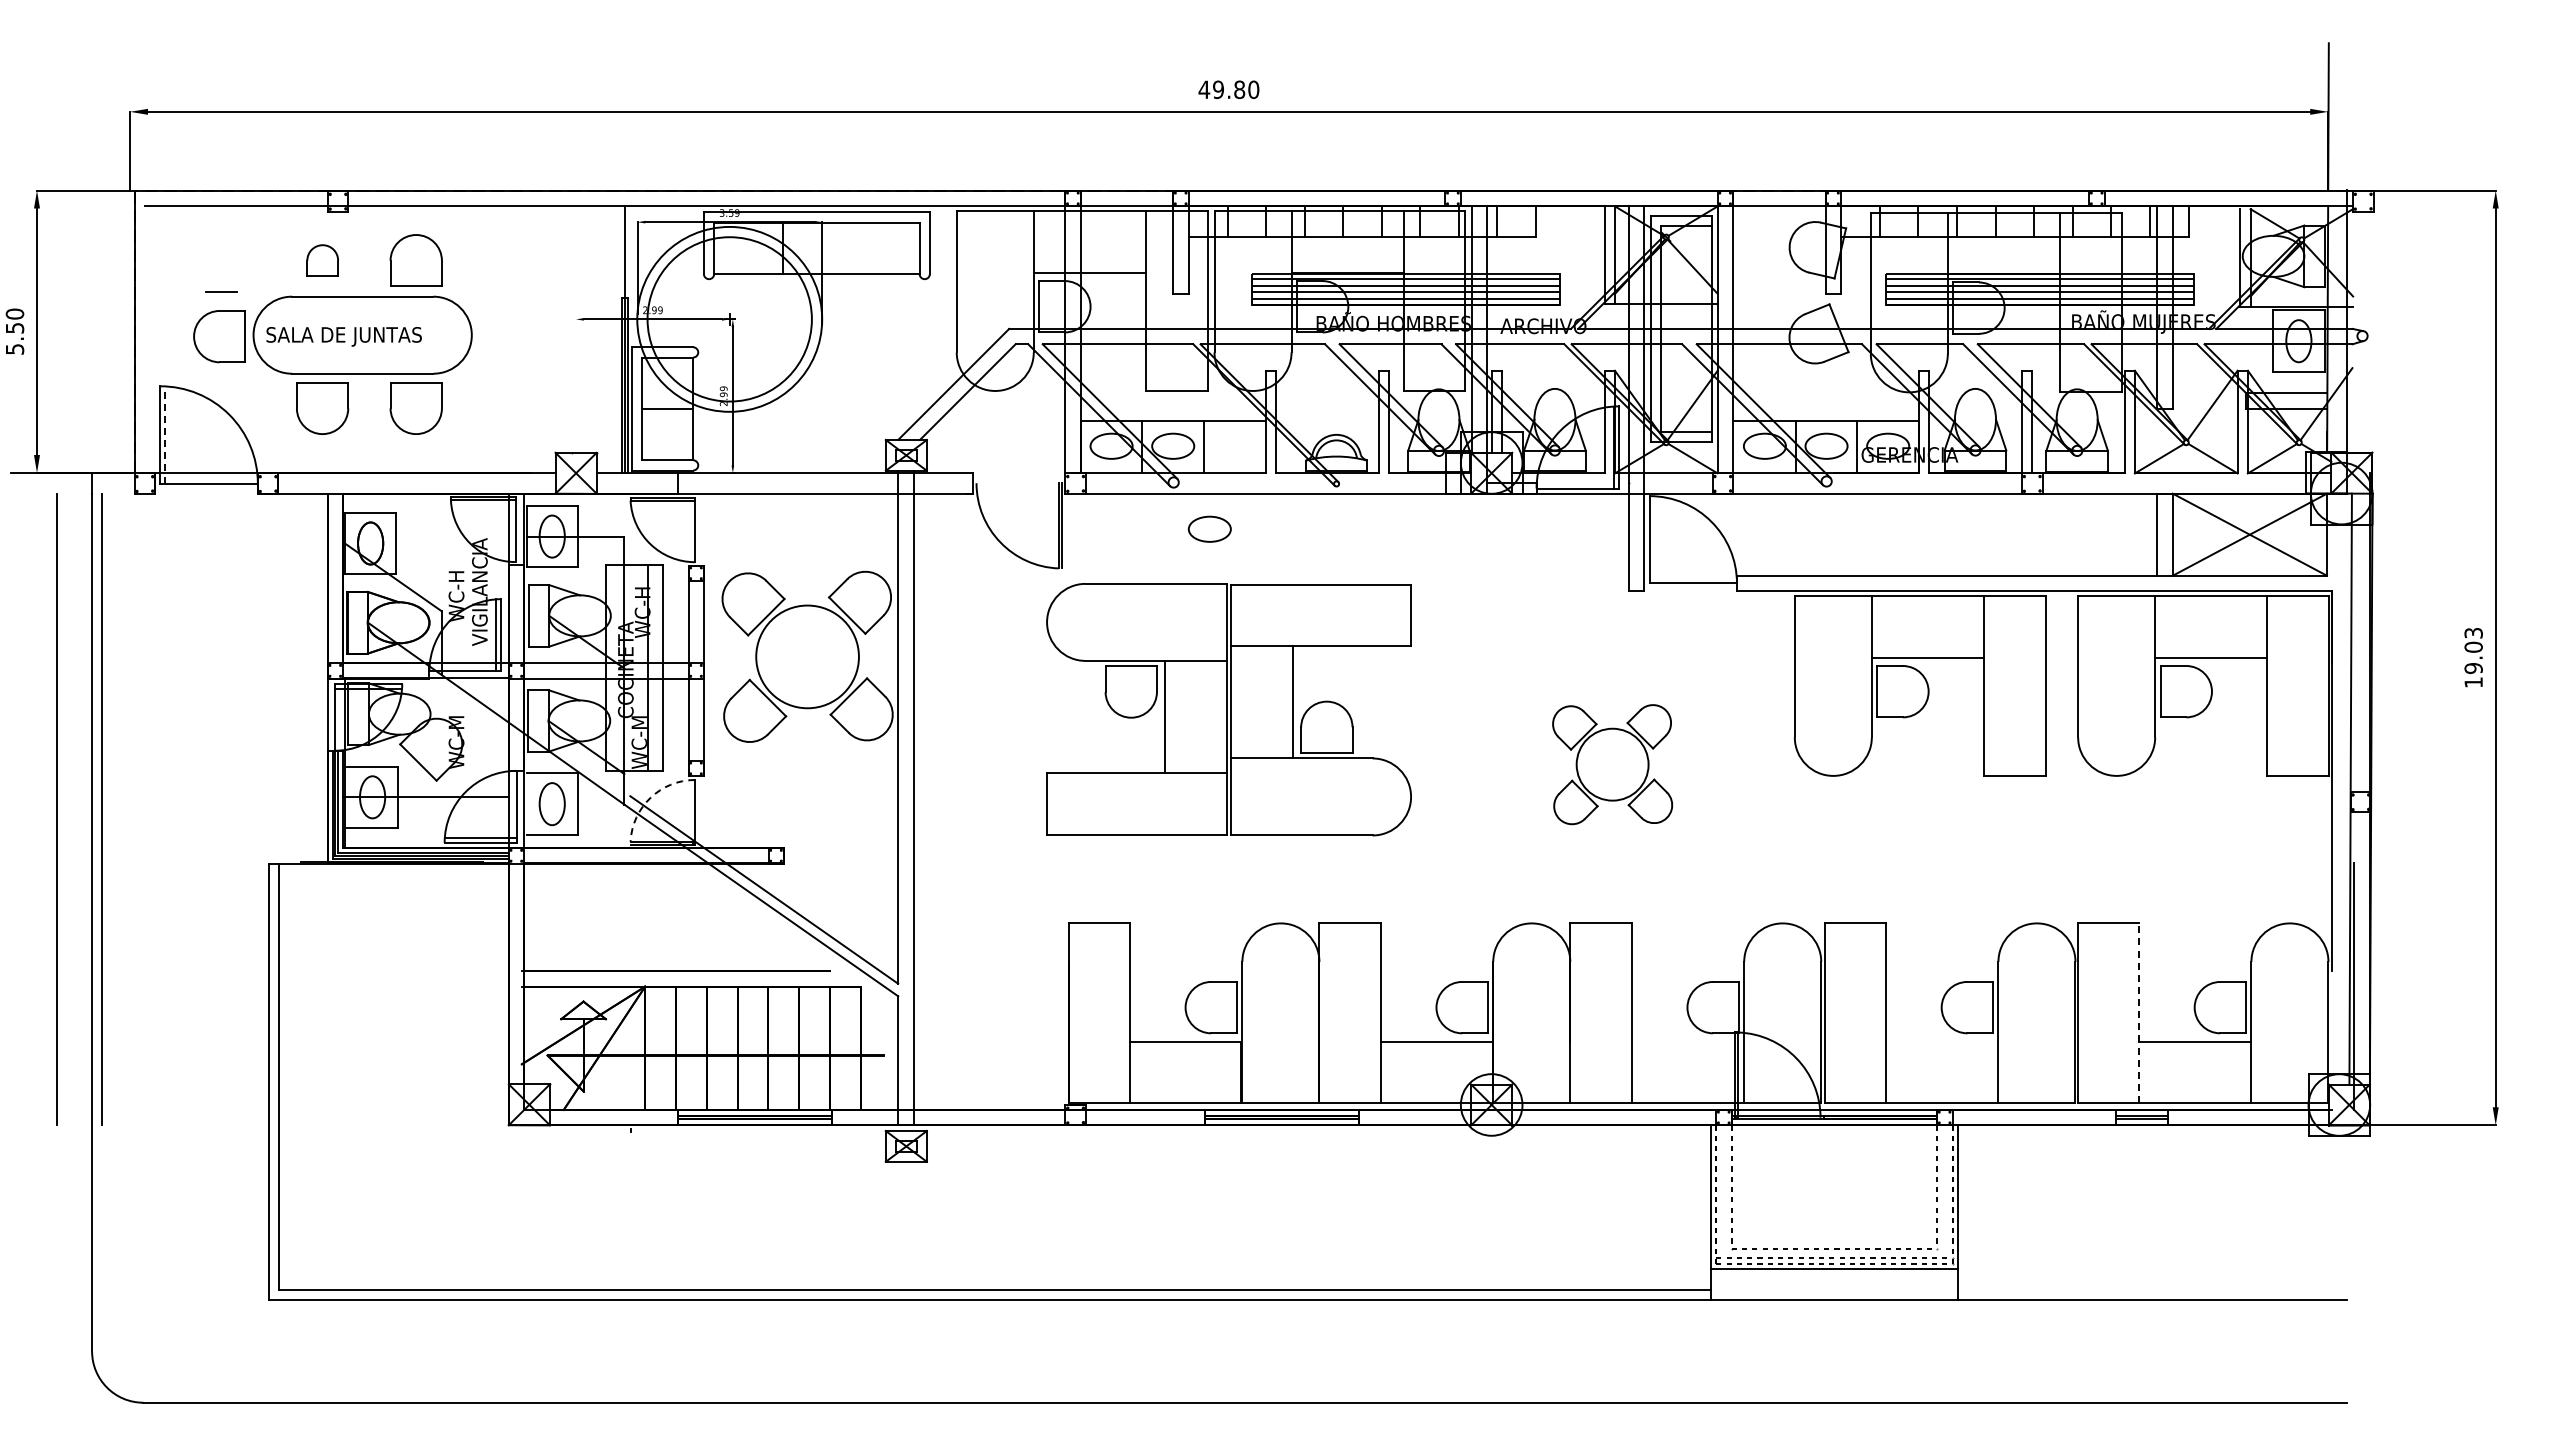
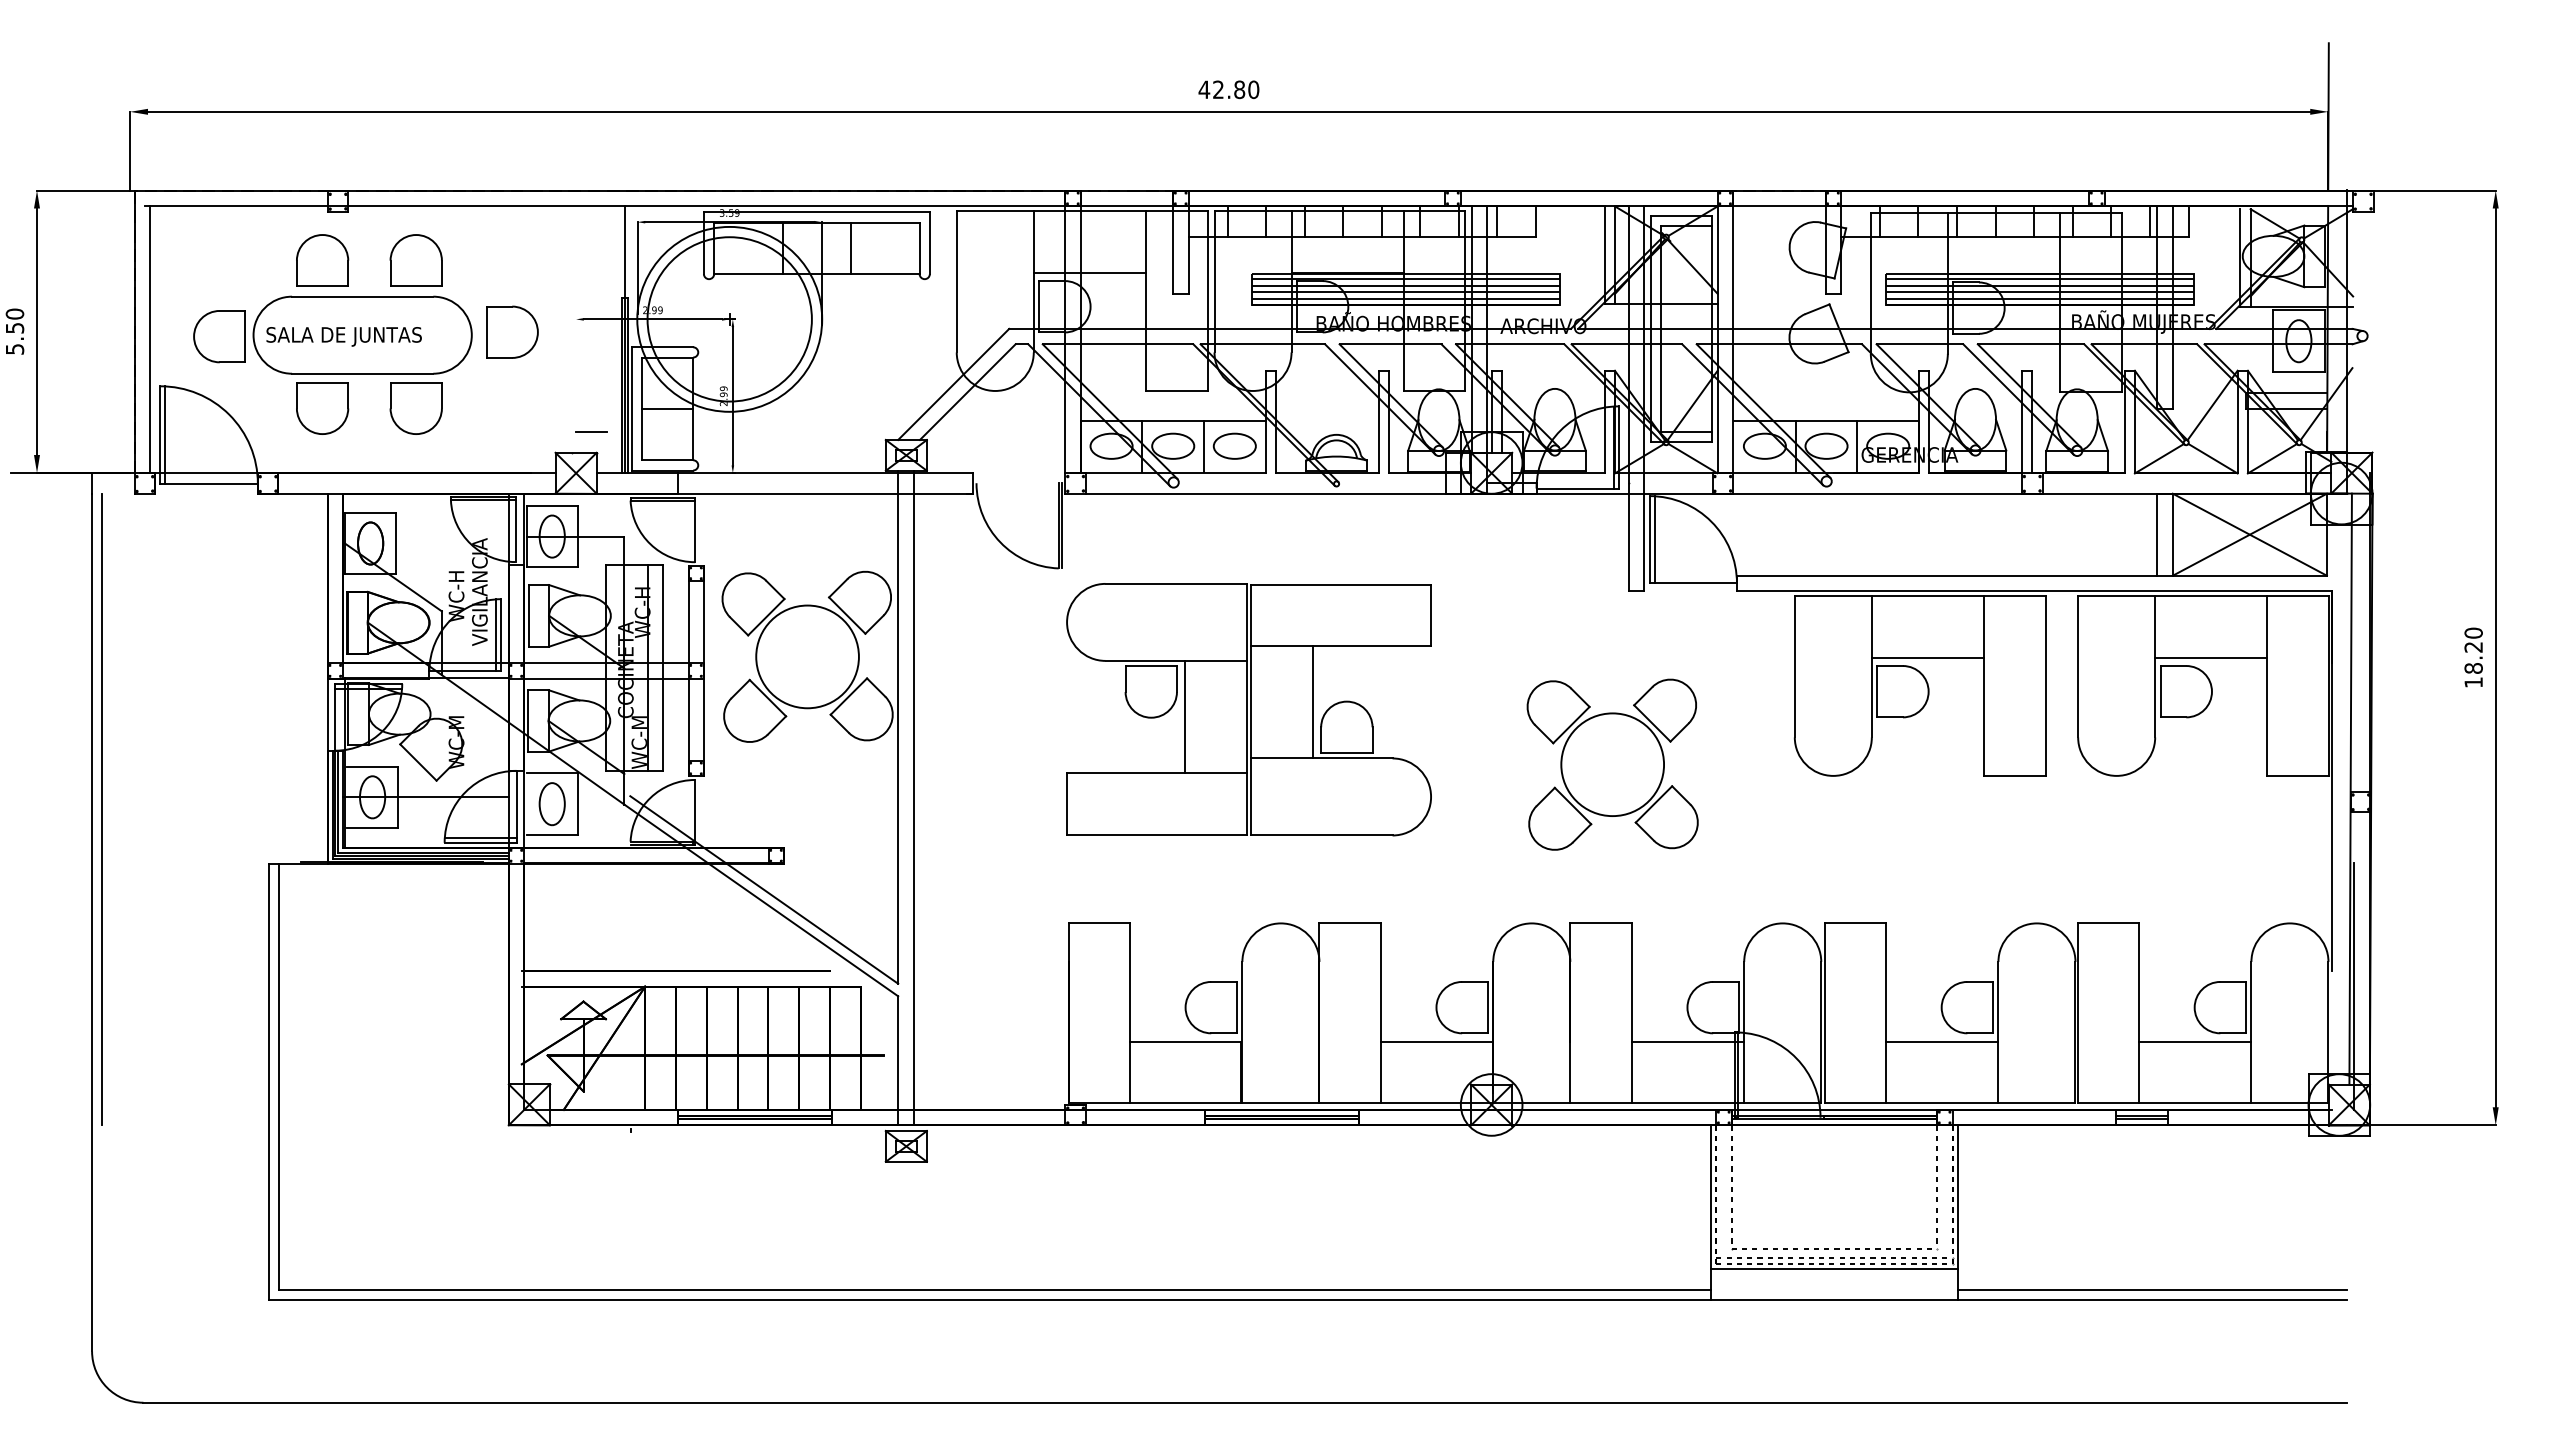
text at (1218, 89): 49.80 -> 42.80
line at (851, 248): none -> present
part at (322, 260) size: 33x33 px -> 54x53 px
line at (221, 291) position: (221, 291) -> (591, 431)
part at (512, 331): none -> present
line at (150, 339): none -> present
line at (165, 435): dashed -> solid
part at (1209, 528) position: (1209, 528) -> (1234, 445)
line at (1654, 539): none -> present
text at (2473, 650): 19.03 -> 18.20
part at (1228, 709) position: (1228, 709) -> (1248, 709)
part at (1612, 764) size: 121x122 px -> 173x173 px
arc at (650, 797): dashed -> solid
line at (56, 809): present -> none
line at (2139, 1013): dashed -> solid
line at (1687, 1041): none -> present
line at (1942, 1041): none -> present
line at (2152, 1289): none -> present
